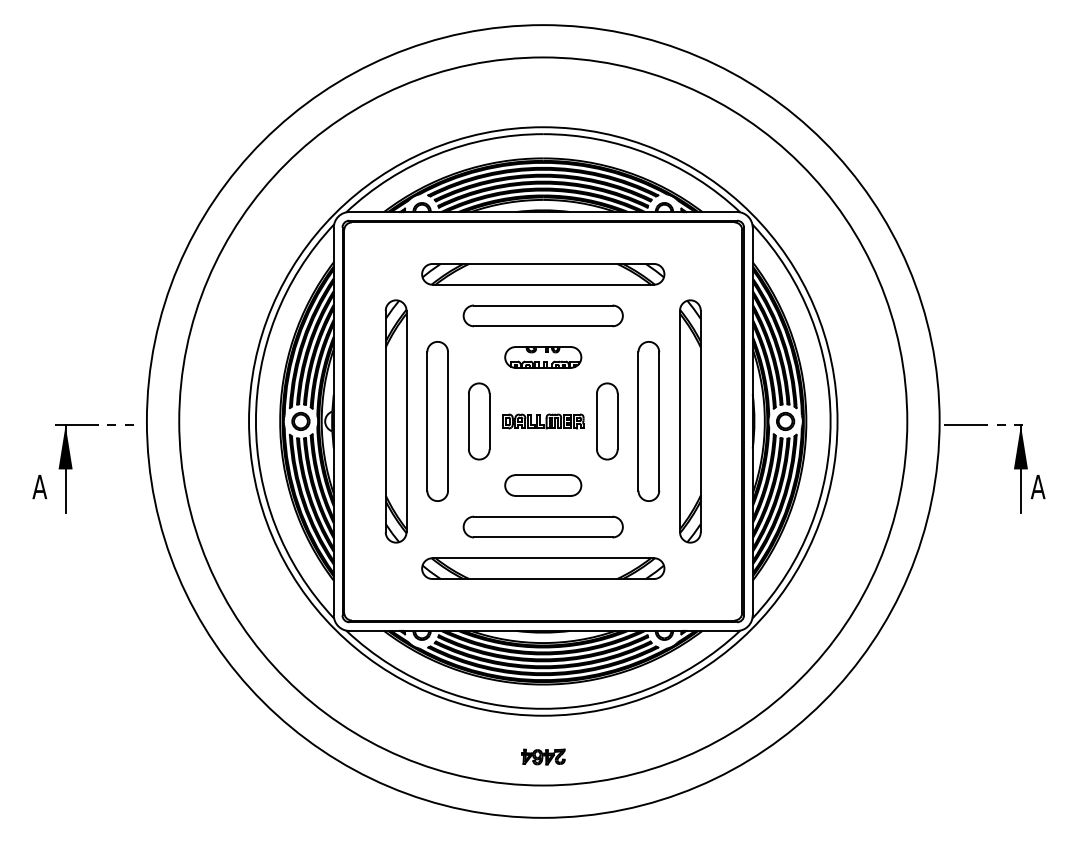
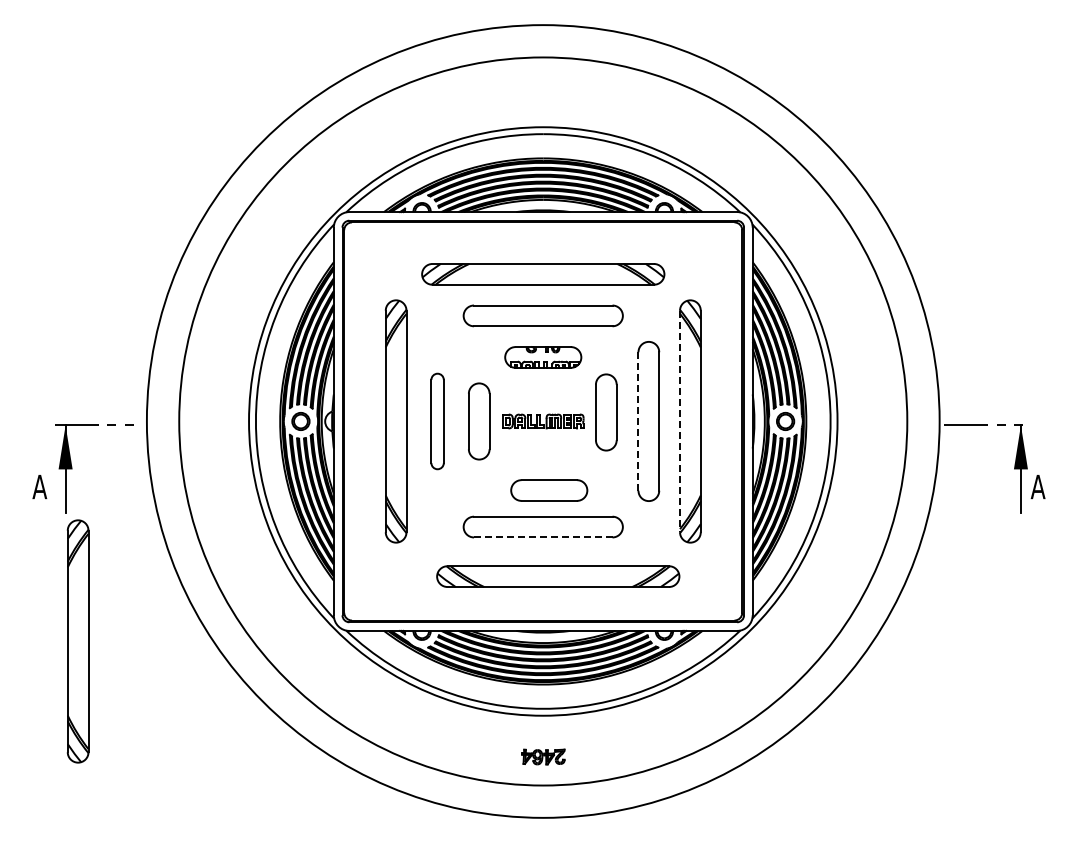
part at (437, 421) size: 23x161 px -> 15x99 px
part at (607, 421) position: (607, 421) -> (606, 412)
line at (638, 421): solid -> dashed
line at (680, 421): solid -> dashed
part at (543, 485) position: (543, 485) -> (549, 490)
line at (543, 537): solid -> dashed
part at (543, 568) position: (543, 568) -> (558, 576)
part at (77, 641): none -> present
